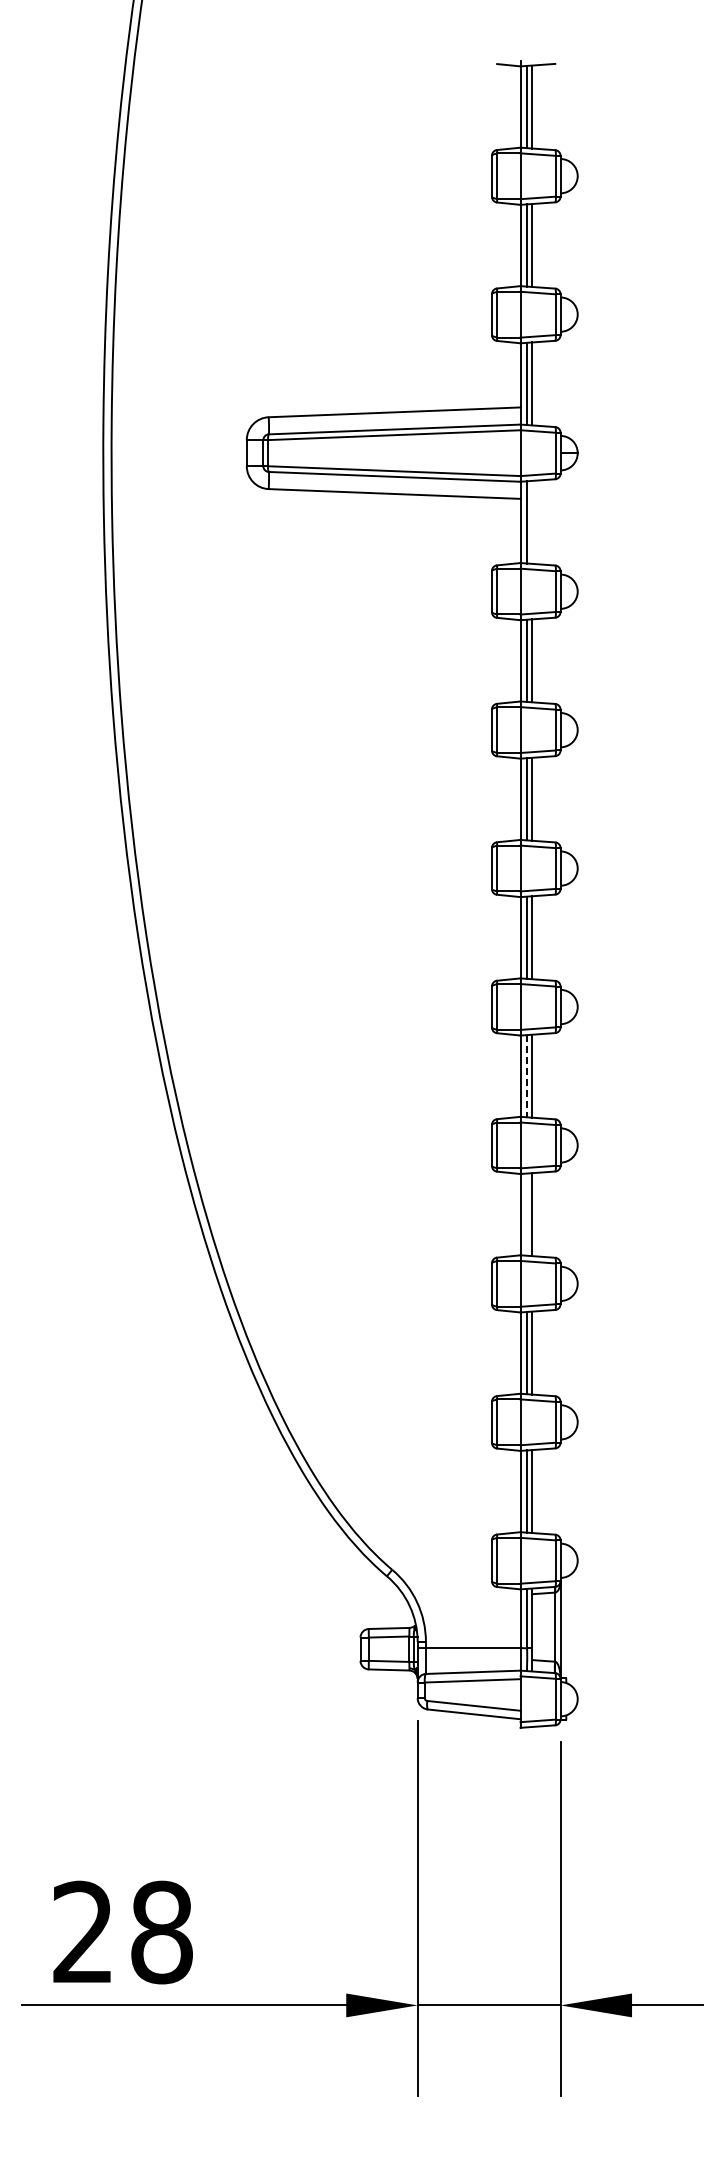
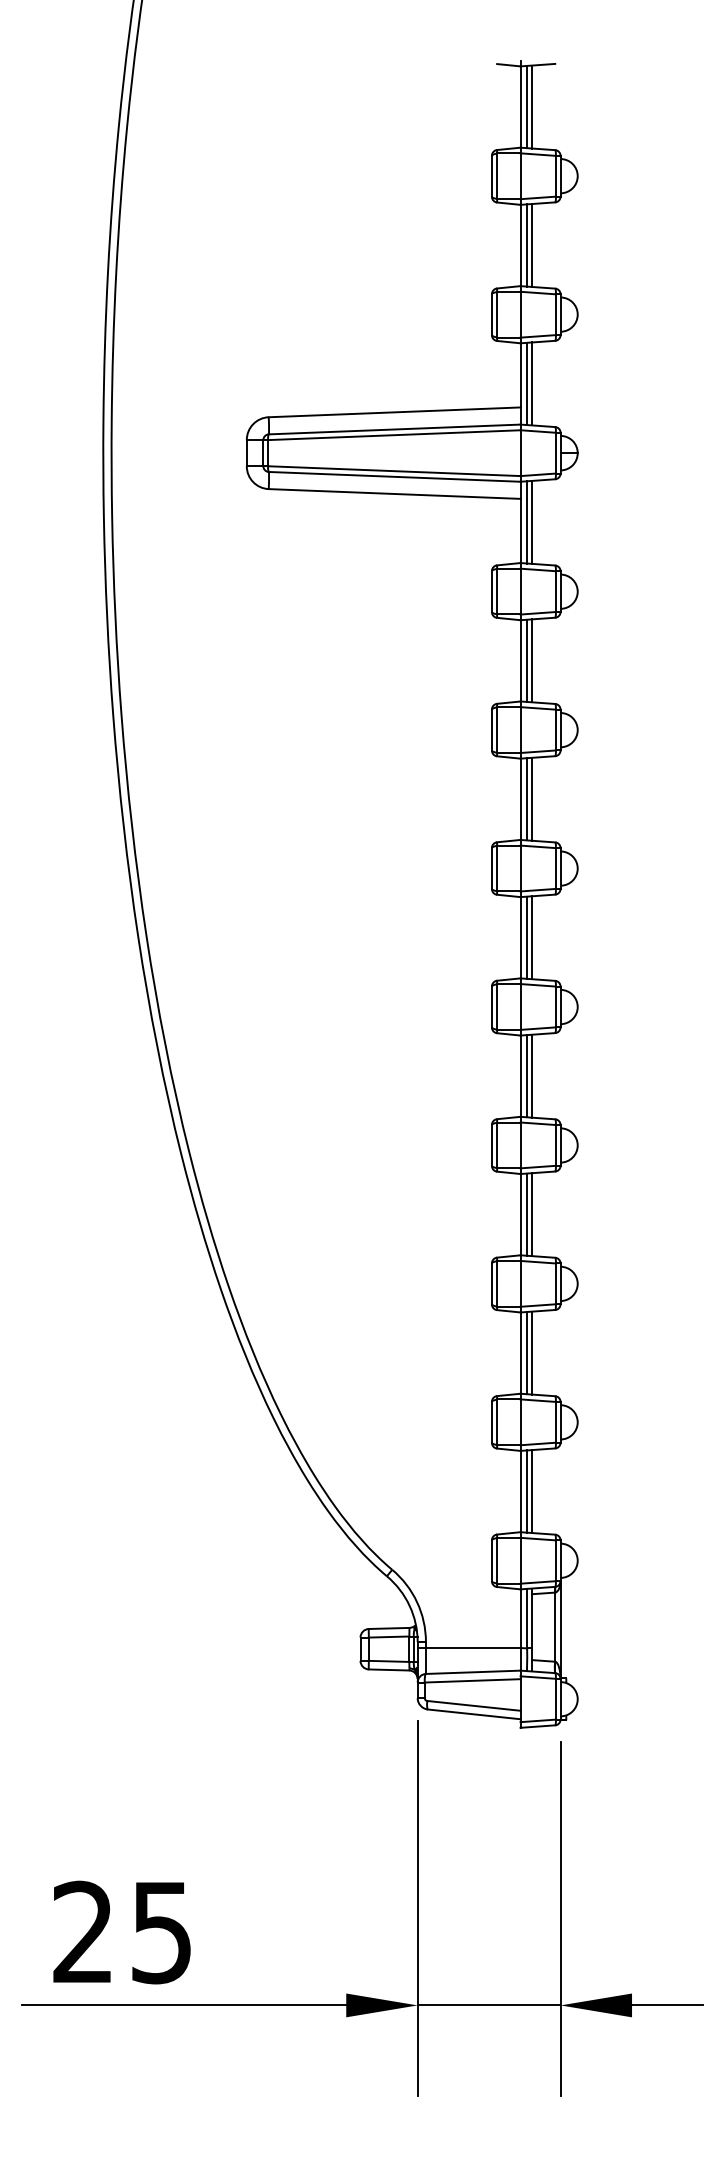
line at (531, 521): none -> present
line at (527, 1076): dashed -> solid
line at (527, 1214): none -> present
text at (161, 1932): 28 -> 25
